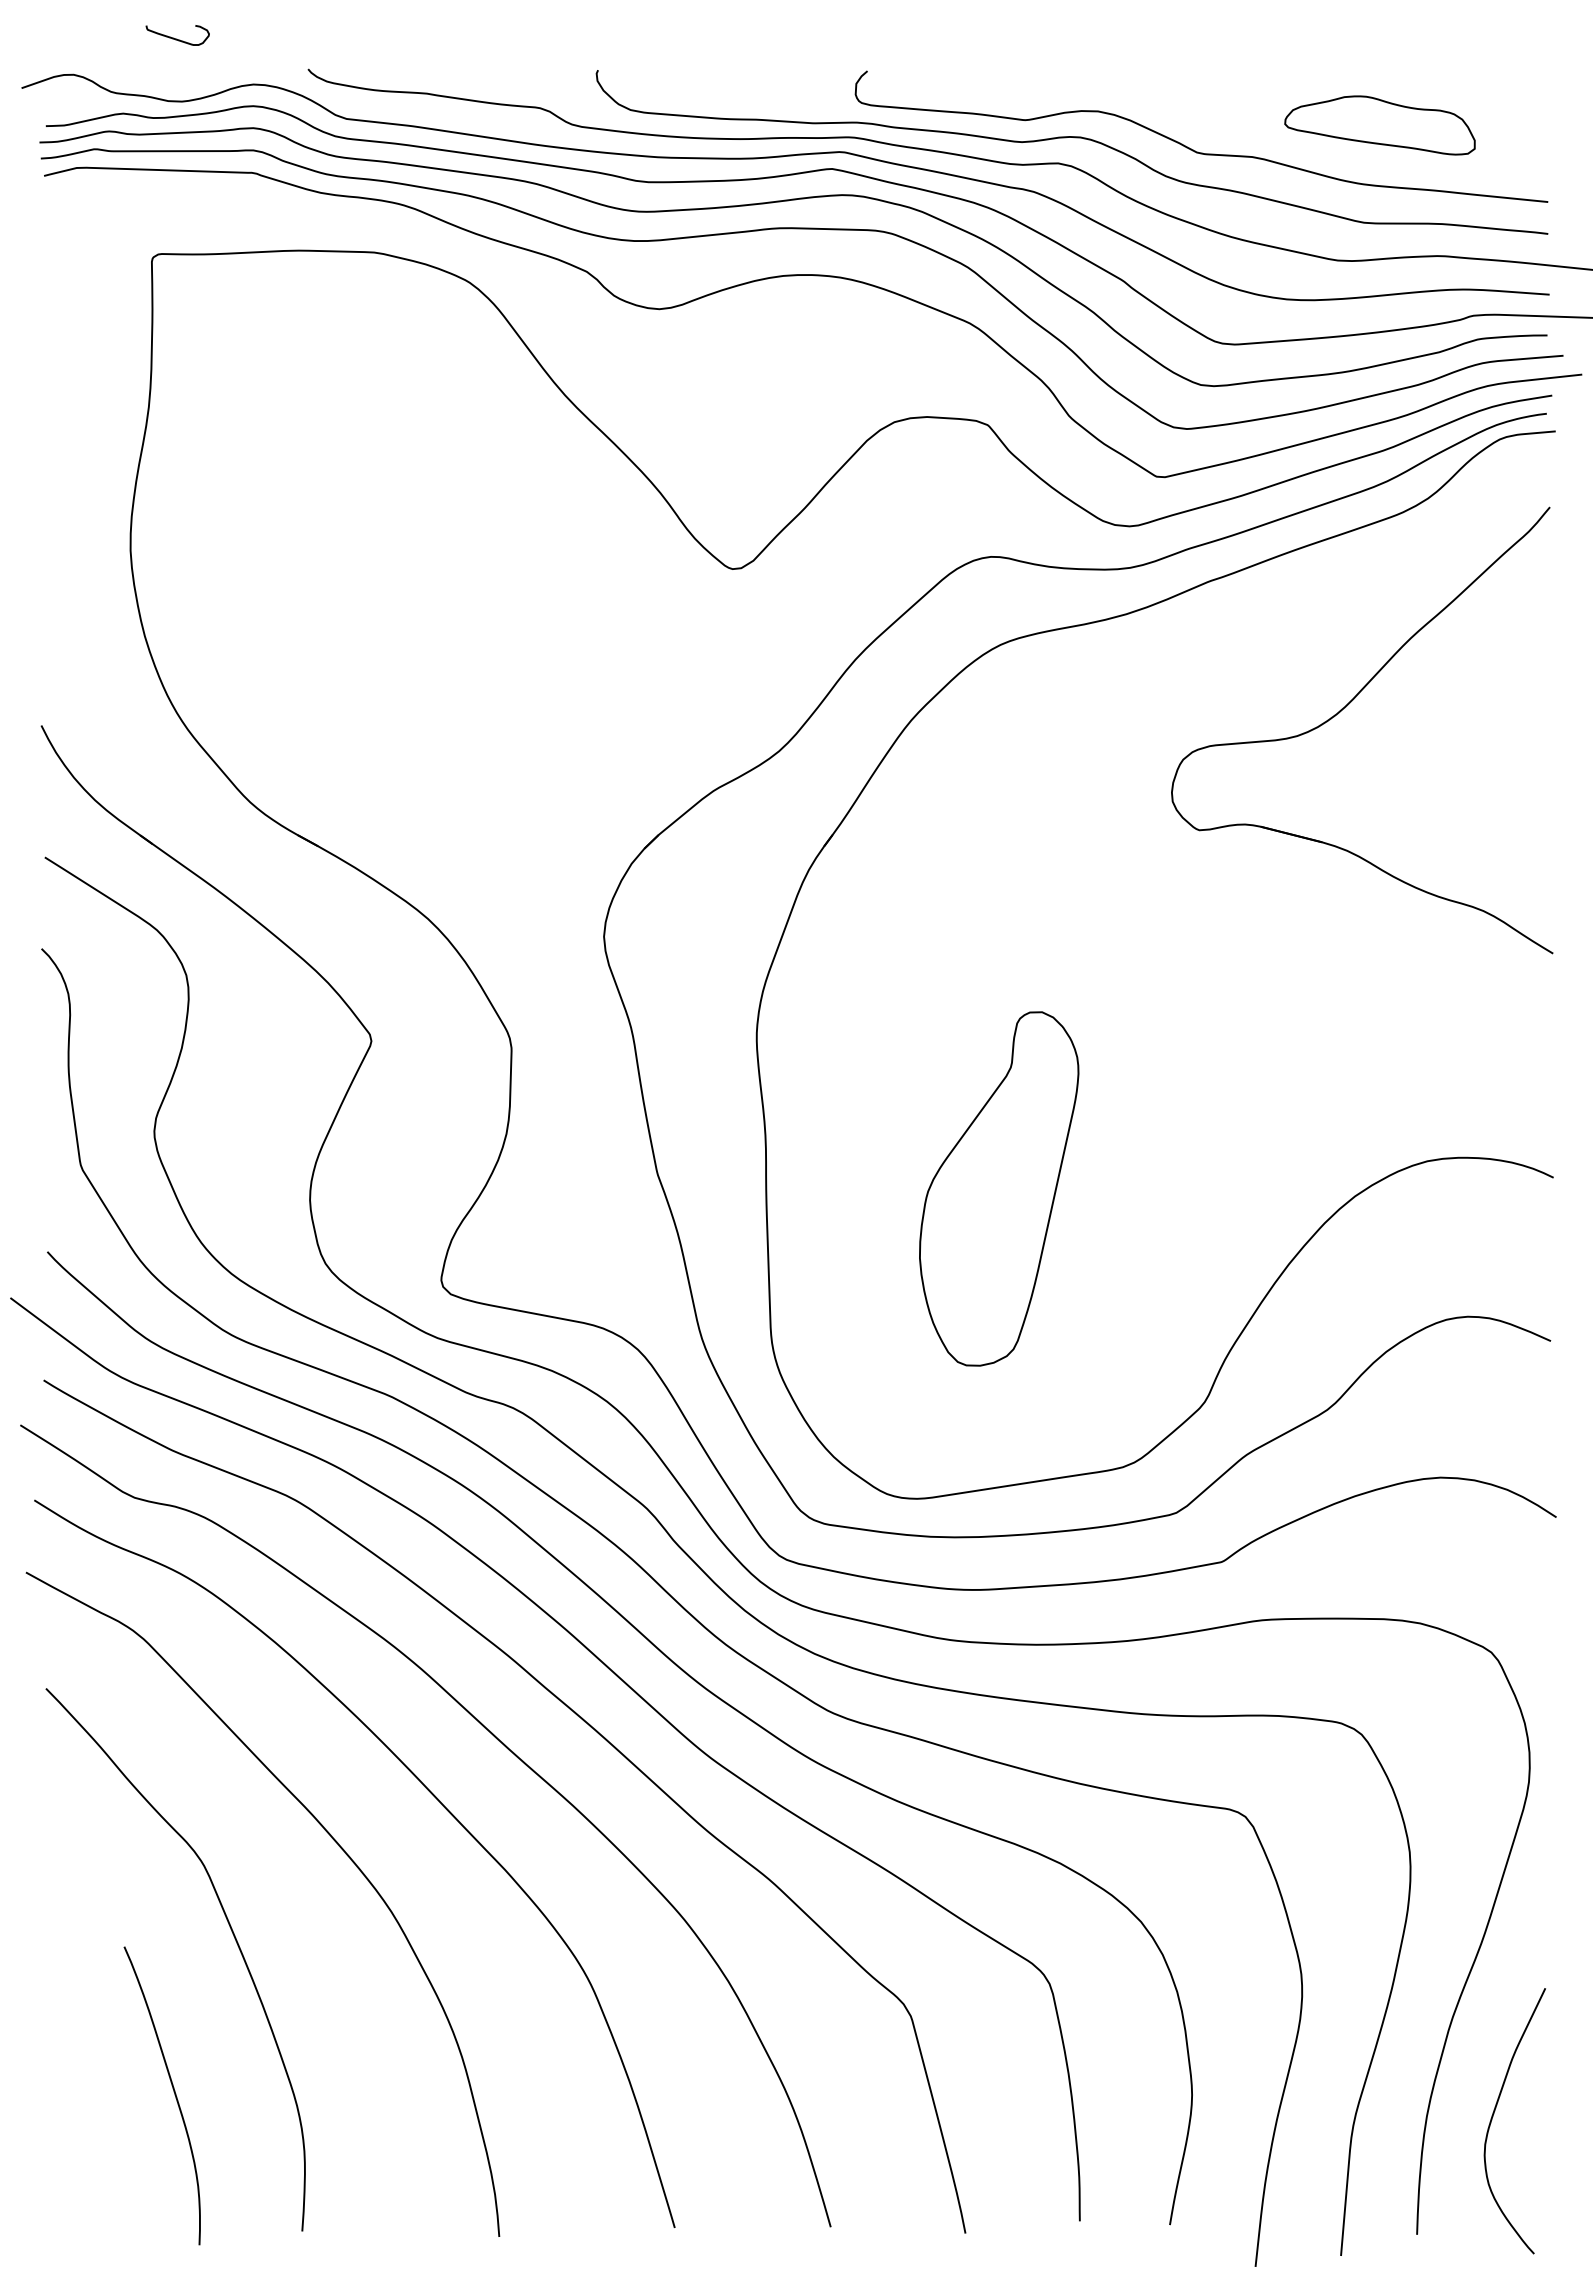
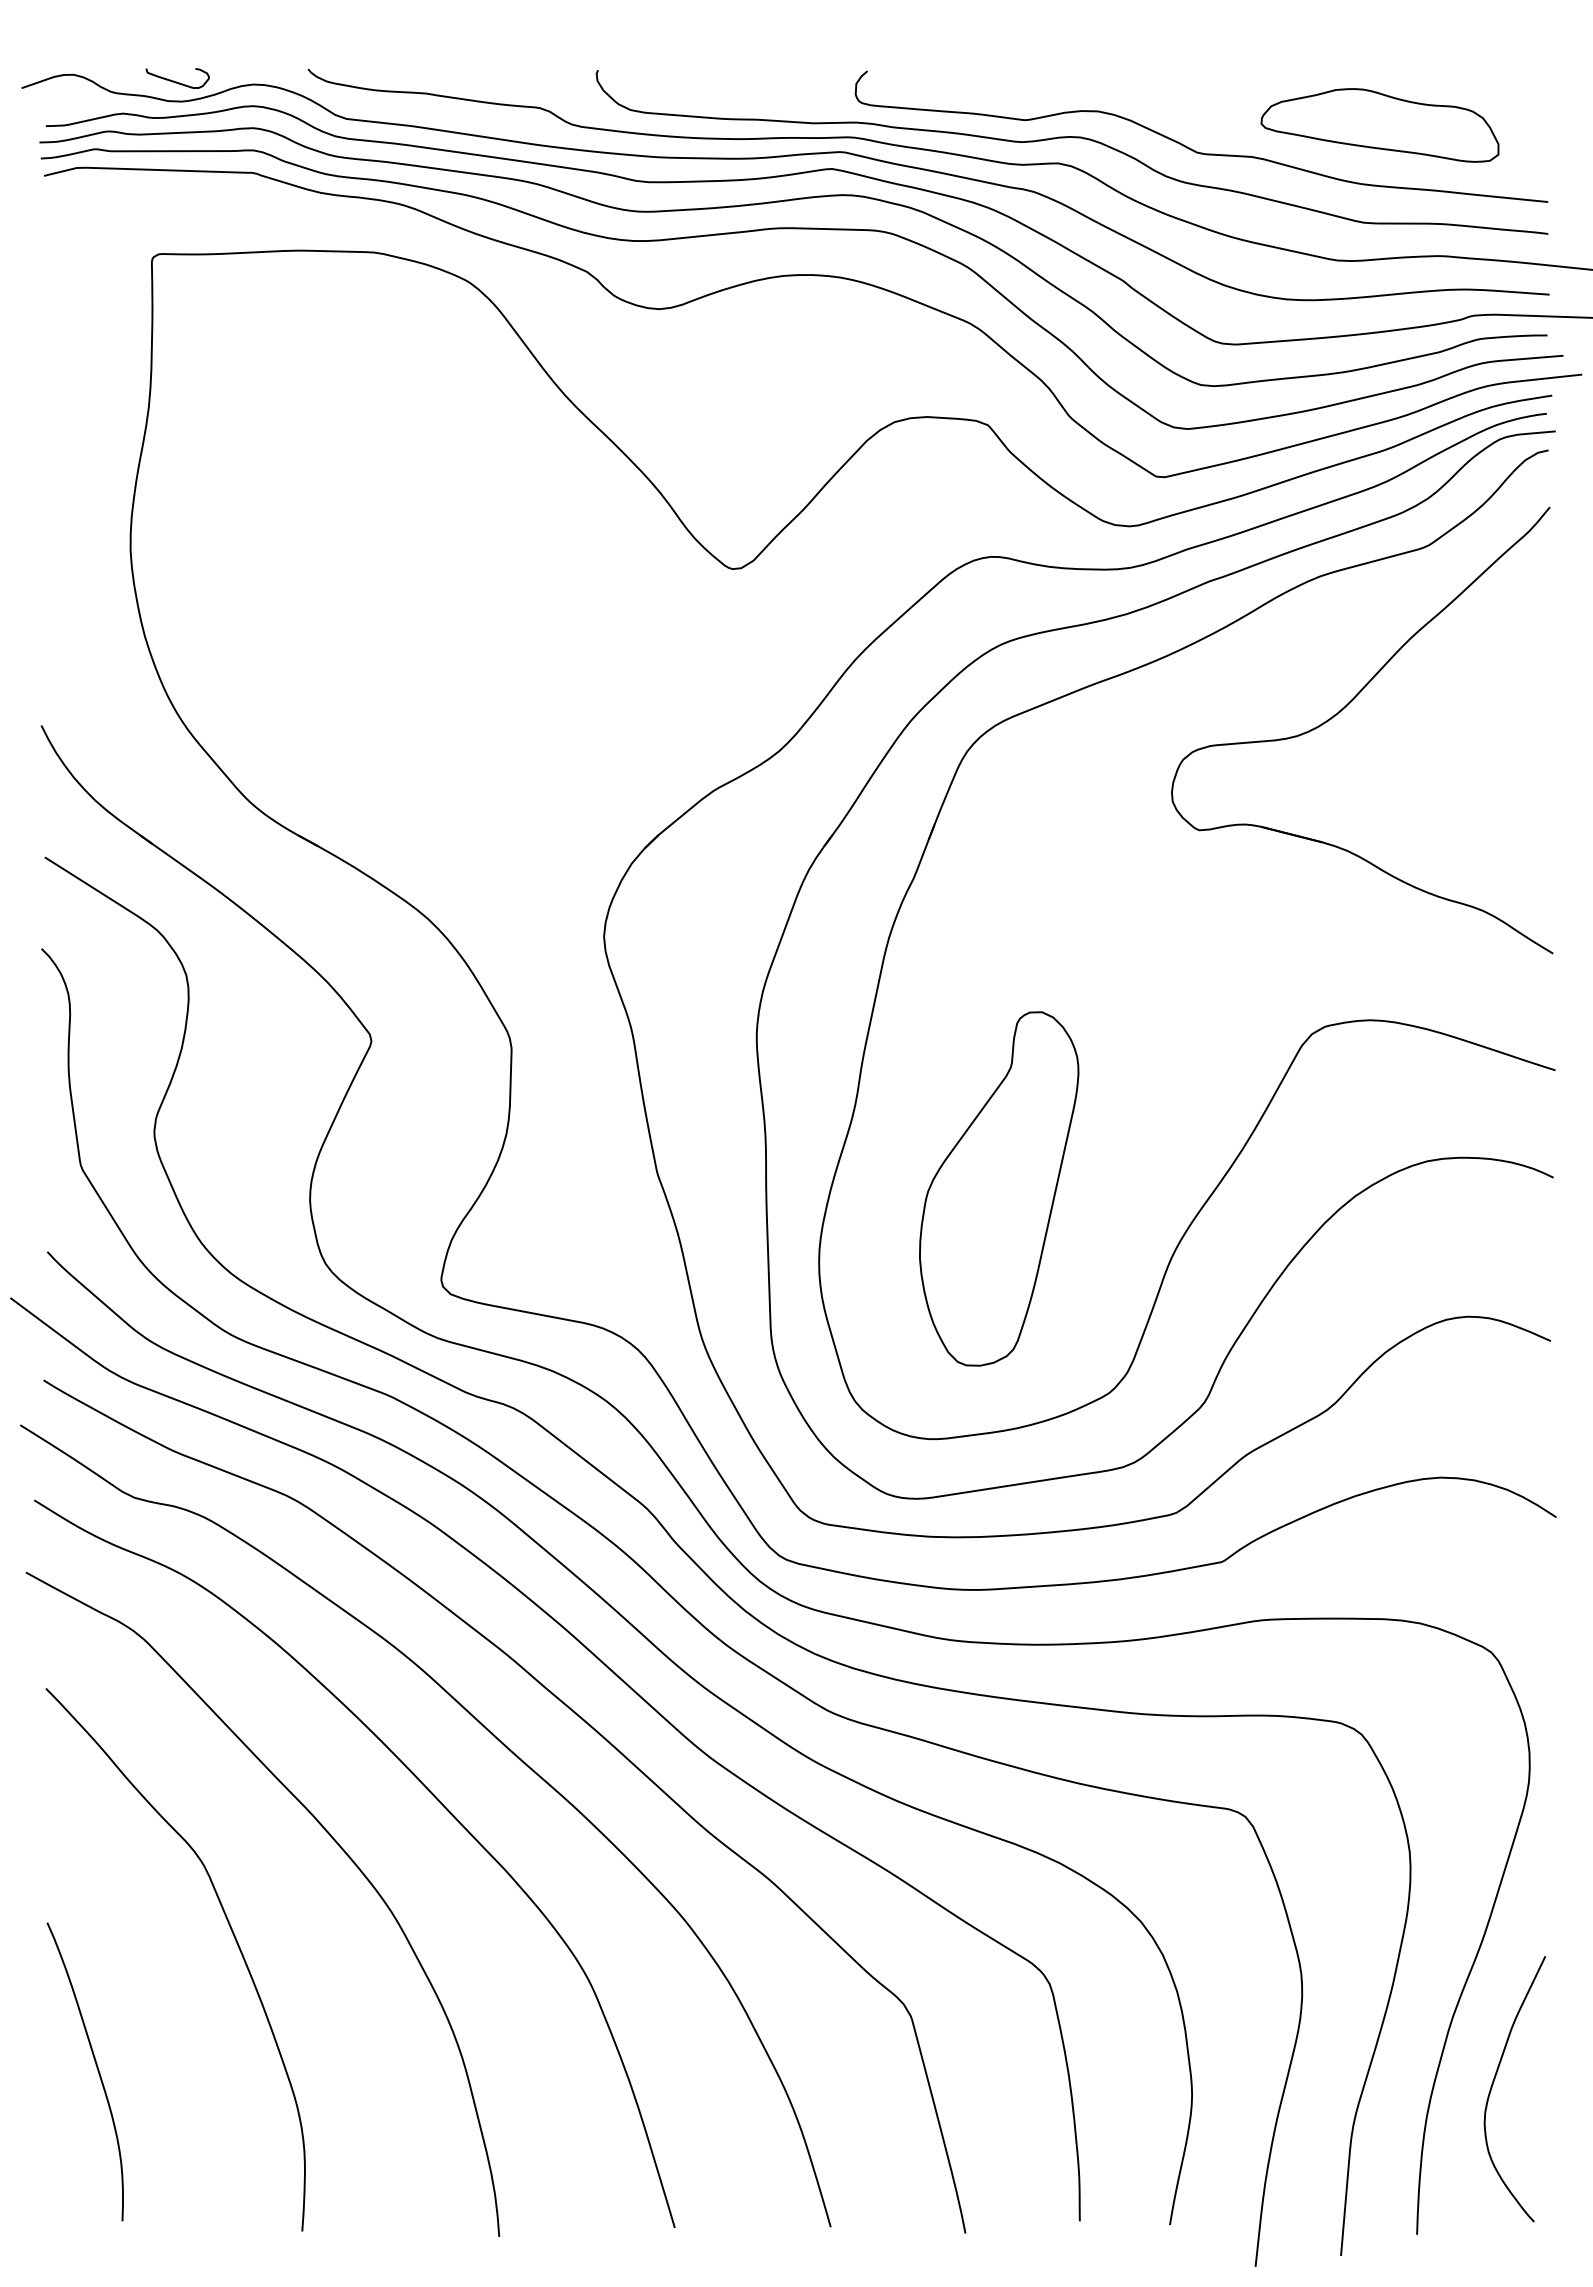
curve at (176, 38) position: (176, 38) -> (176, 81)
part at (1379, 125) size: 192x61 px -> 240x75 px
part at (1301, 1044): none -> present
curve at (173, 2092) position: (173, 2092) -> (96, 2068)
curve at (1494, 2114) position: (1494, 2114) -> (1494, 2082)
